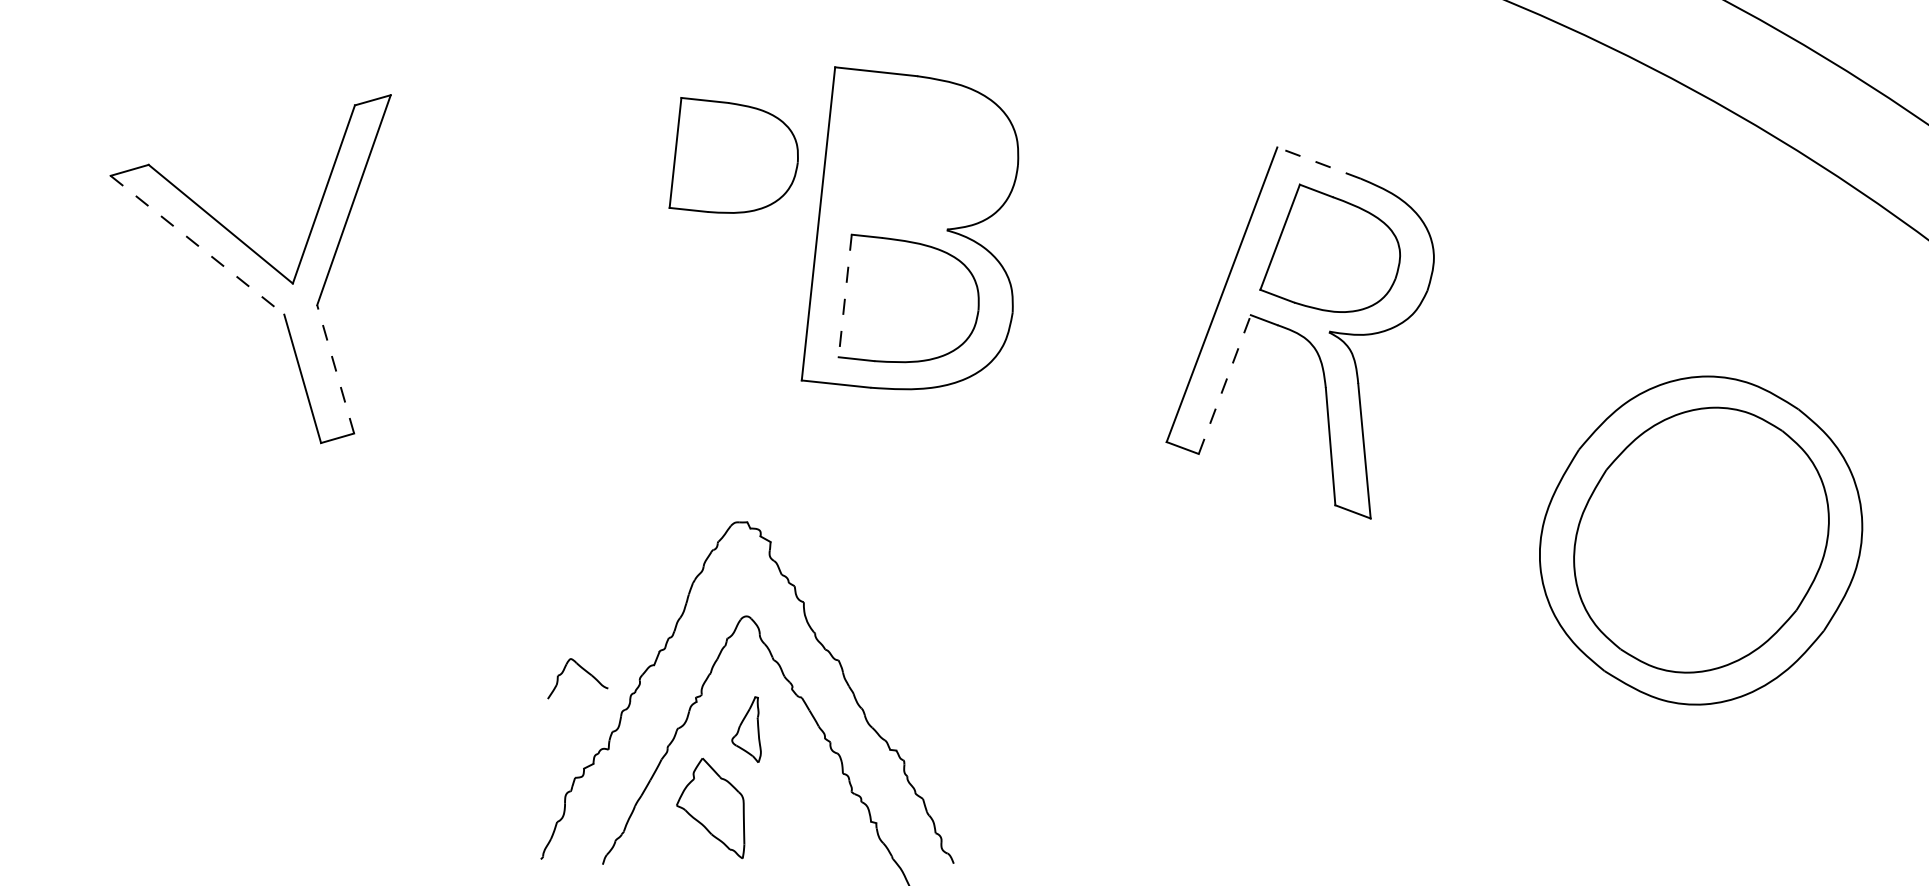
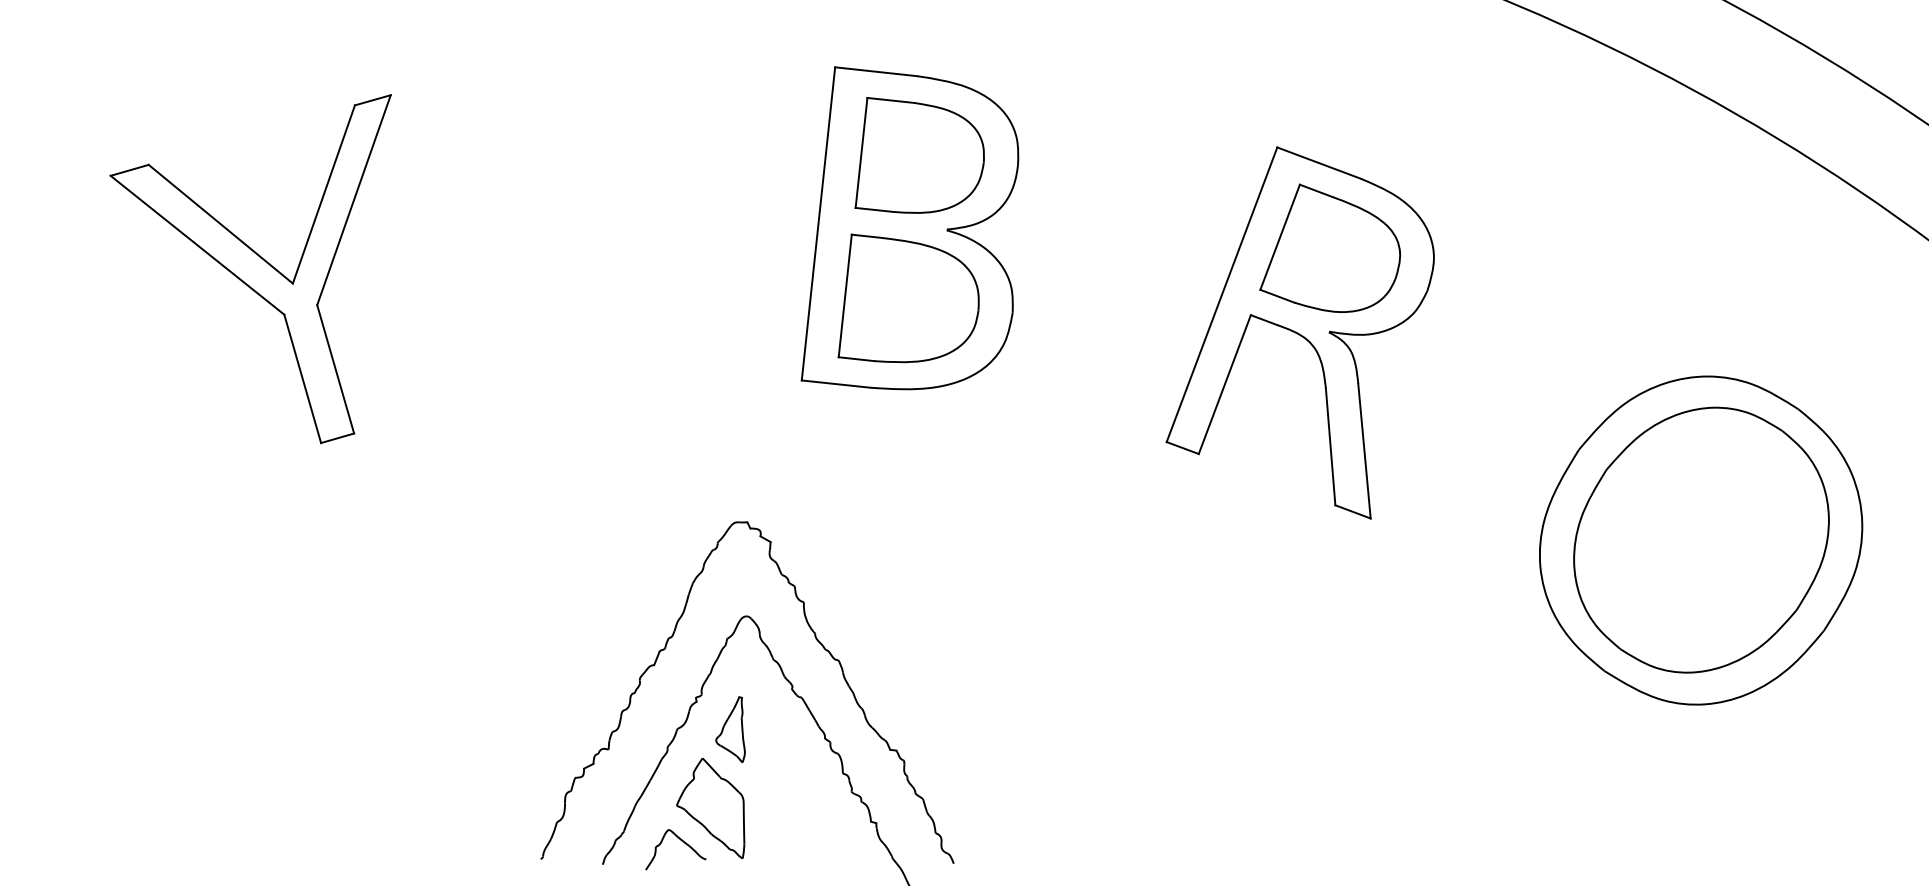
part at (733, 155) position: (733, 155) -> (919, 155)
line at (1319, 163): dashed -> solid
line at (197, 245): dashed -> solid
line at (845, 295): dashed -> solid
line at (335, 369): dashed -> solid
line at (1225, 384): dashed -> solid
part at (583, 670) position: (583, 670) -> (681, 841)
part at (746, 729) position: (746, 729) -> (730, 729)
